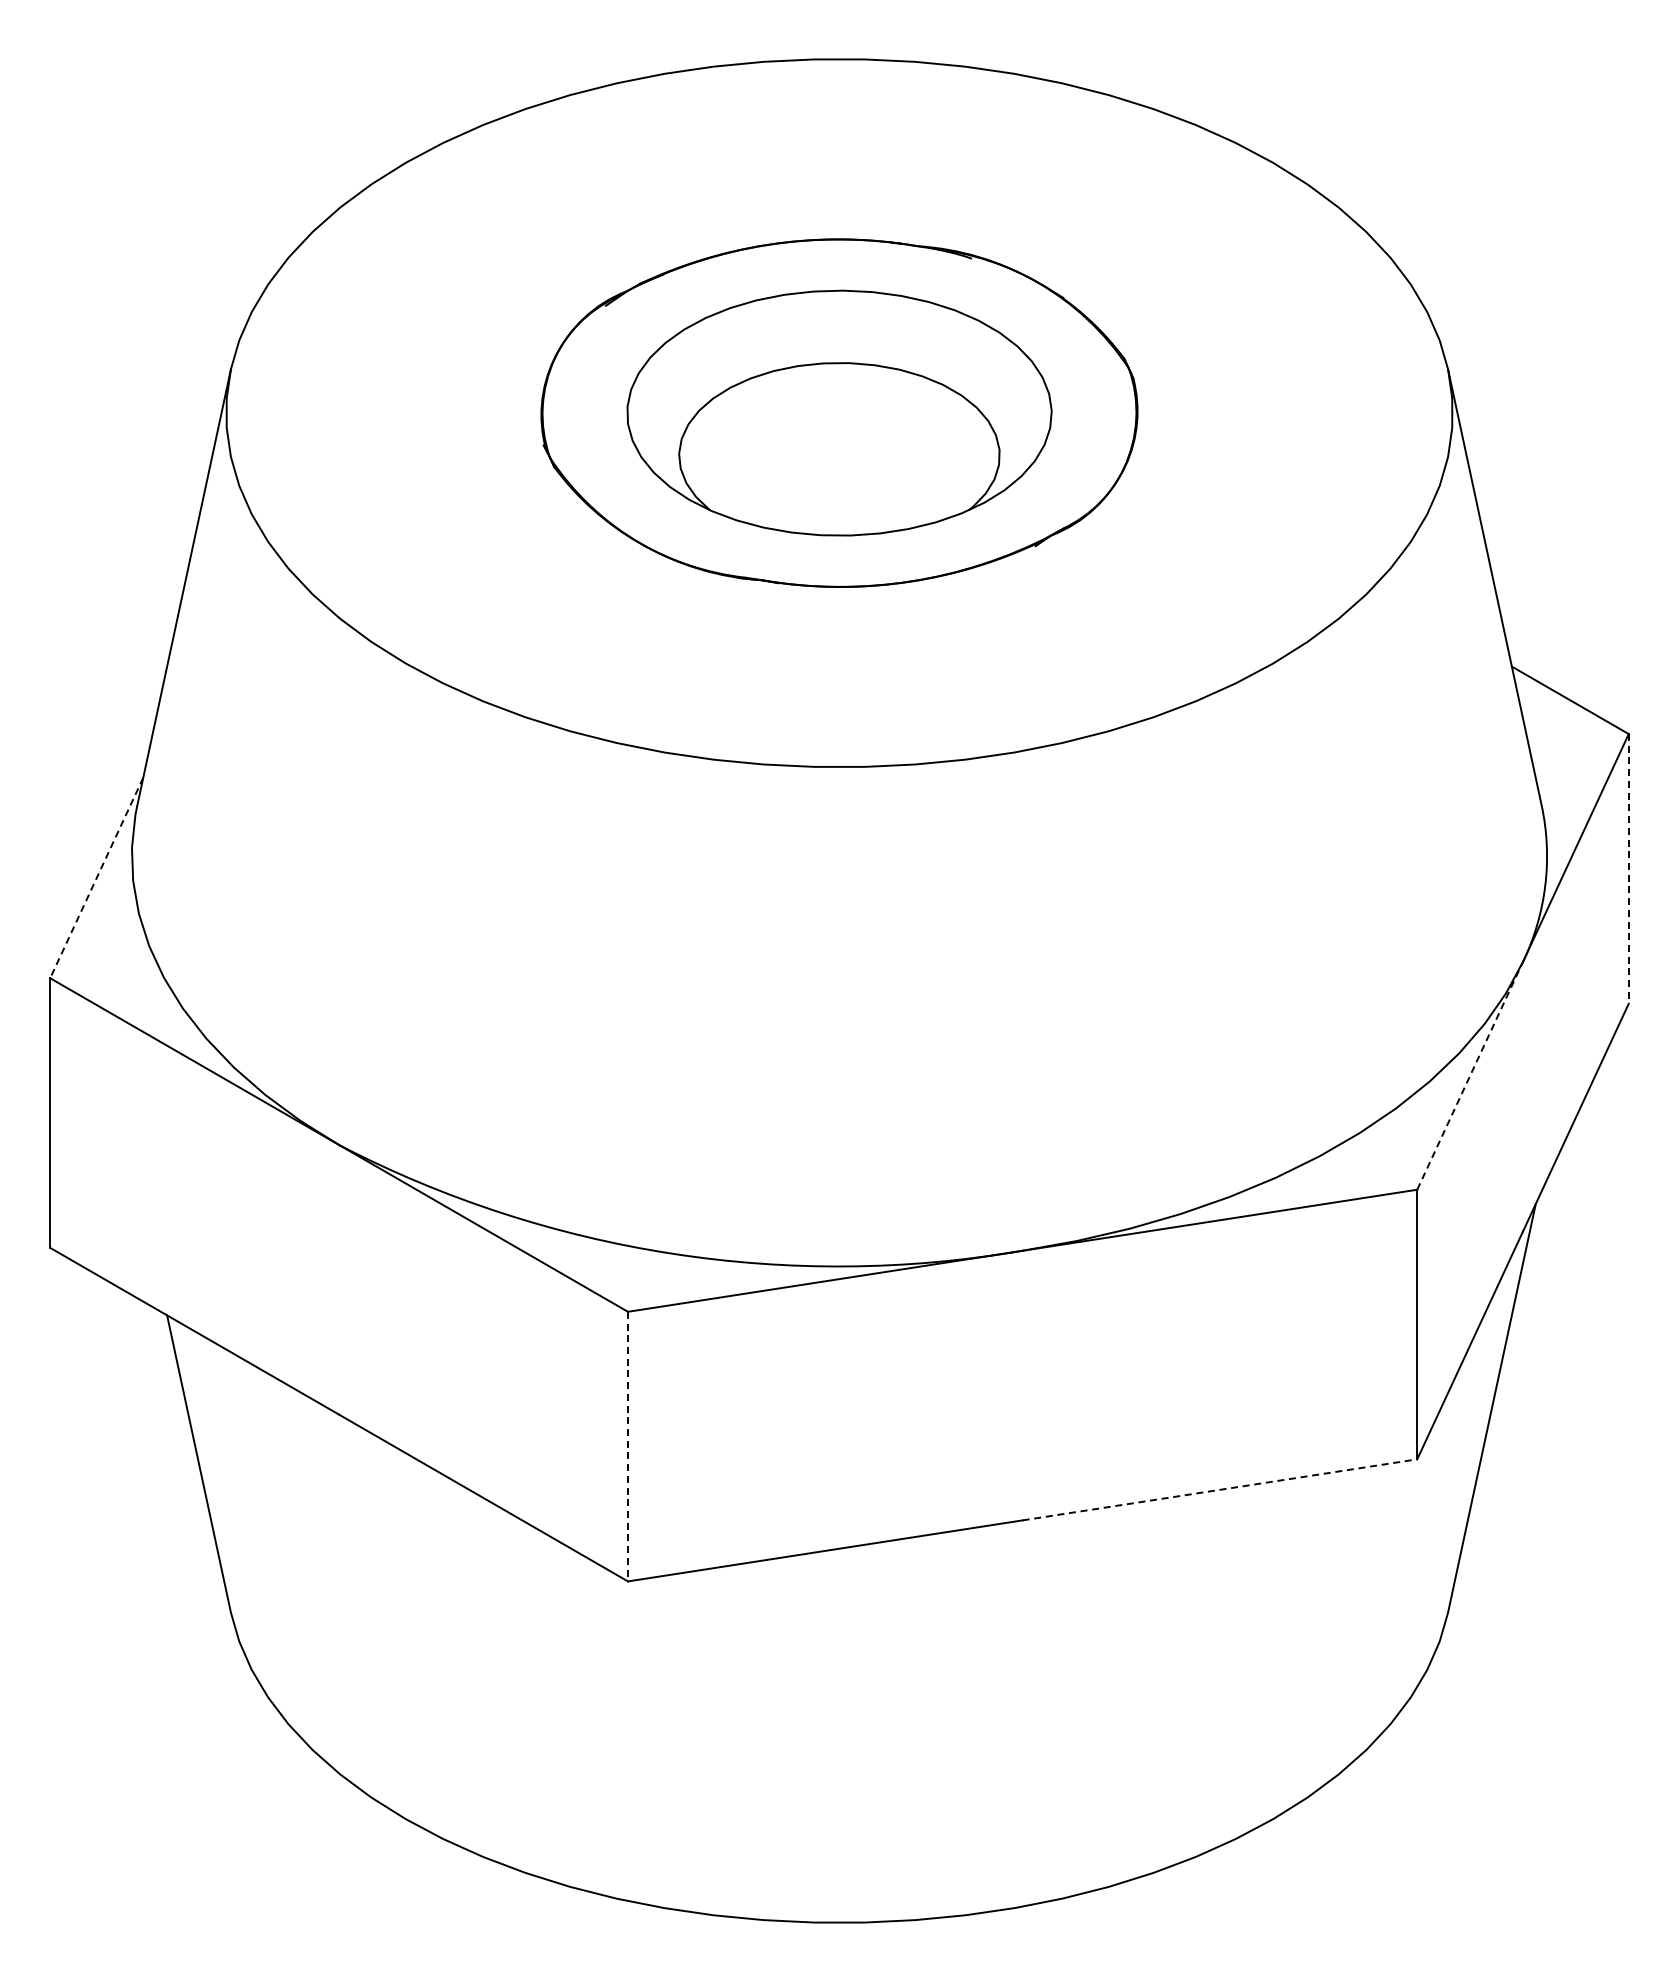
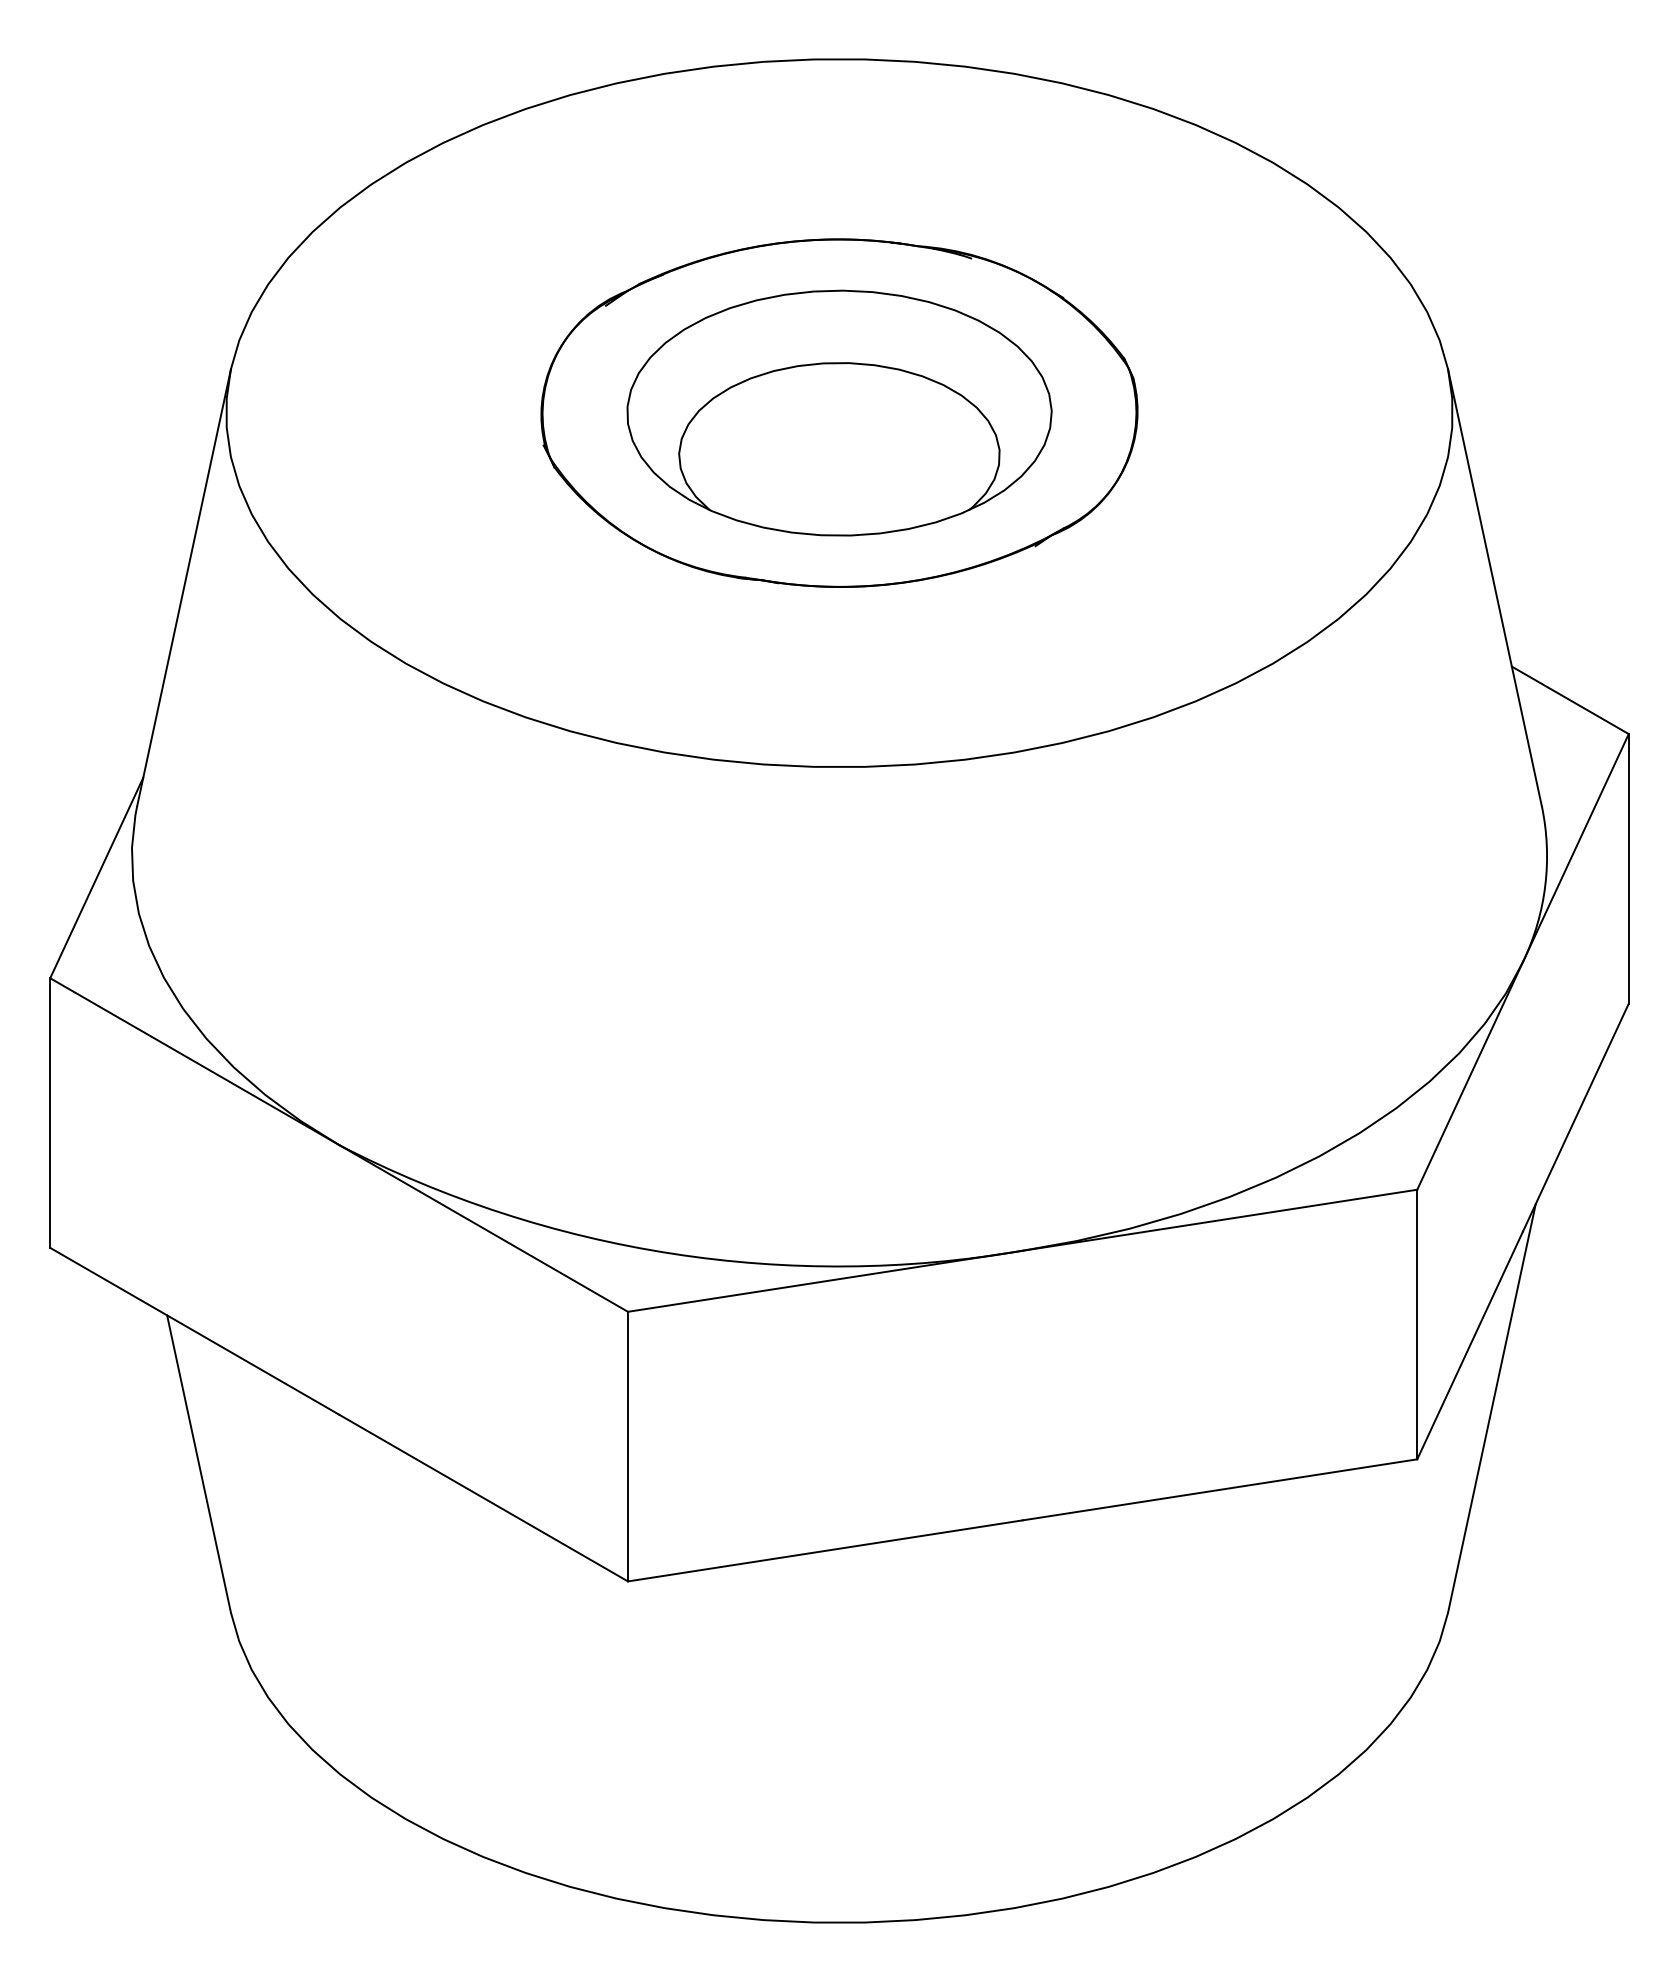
line at (1628, 868): dashed -> solid
line at (96, 878): dashed -> solid
line at (1470, 1075): dashed -> solid
line at (627, 1446): dashed -> solid
line at (1219, 1489): dashed -> solid
